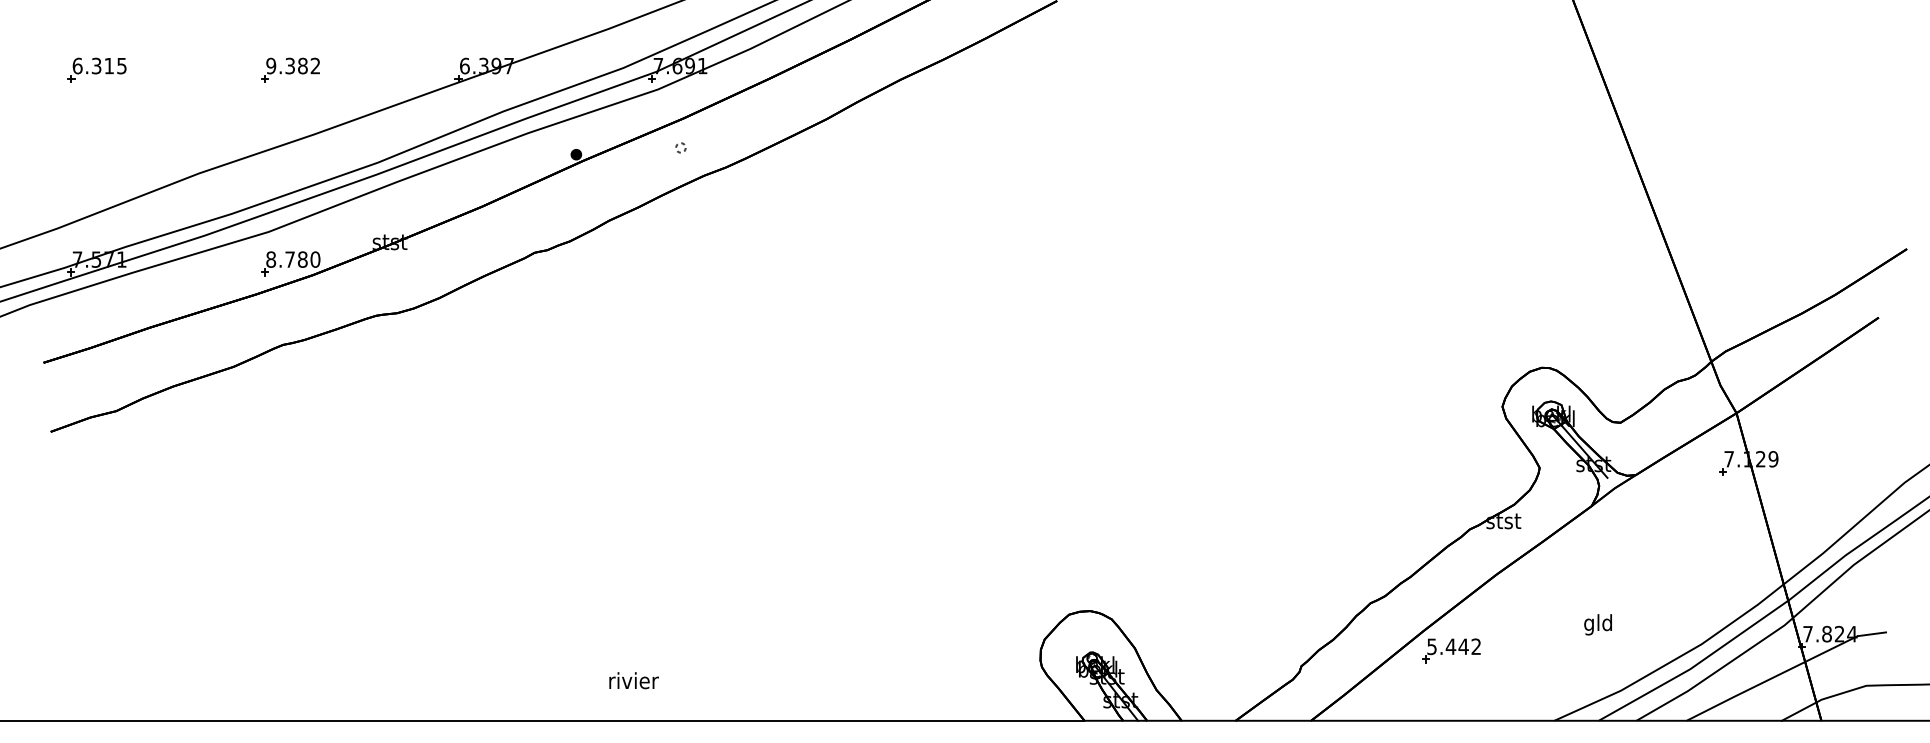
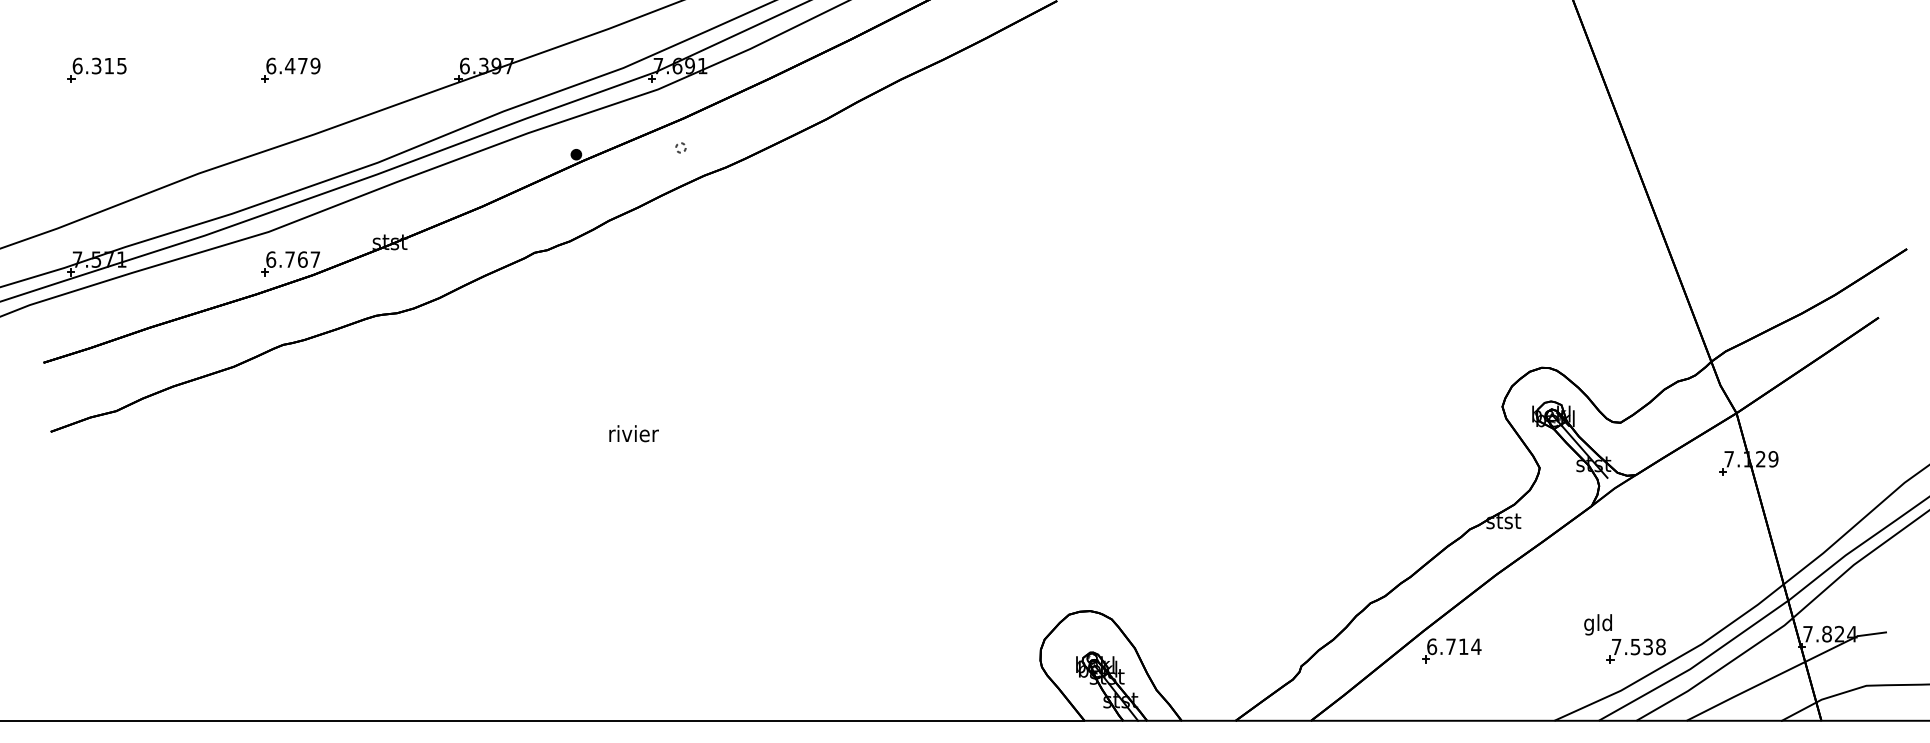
text at (293, 65): 9.382 -> 6.479
text at (293, 259): 8.780 -> 6.767
text at (1454, 646): 5.442 -> 6.714
part at (1635, 650): none -> present
text at (633, 680) position: (633, 680) -> (633, 433)
